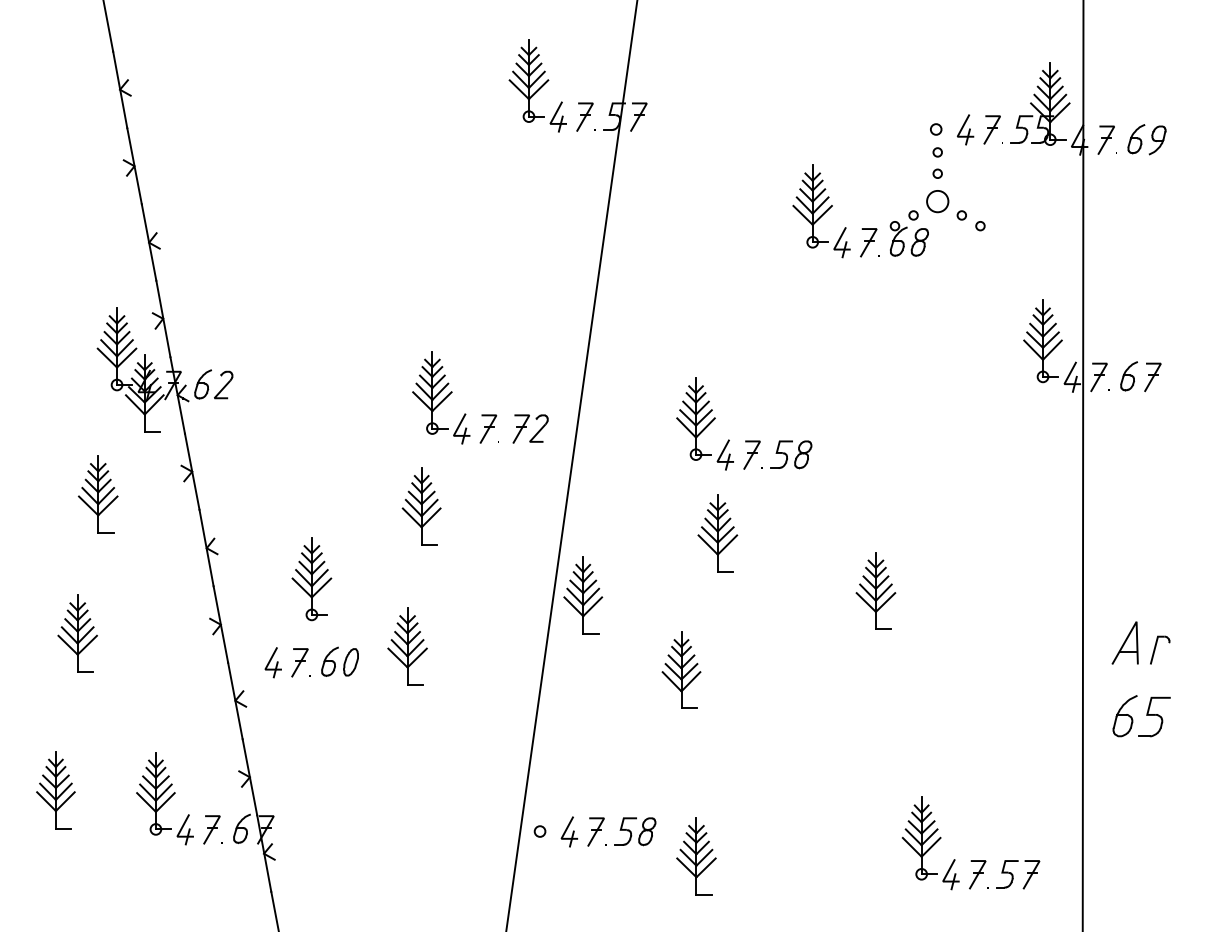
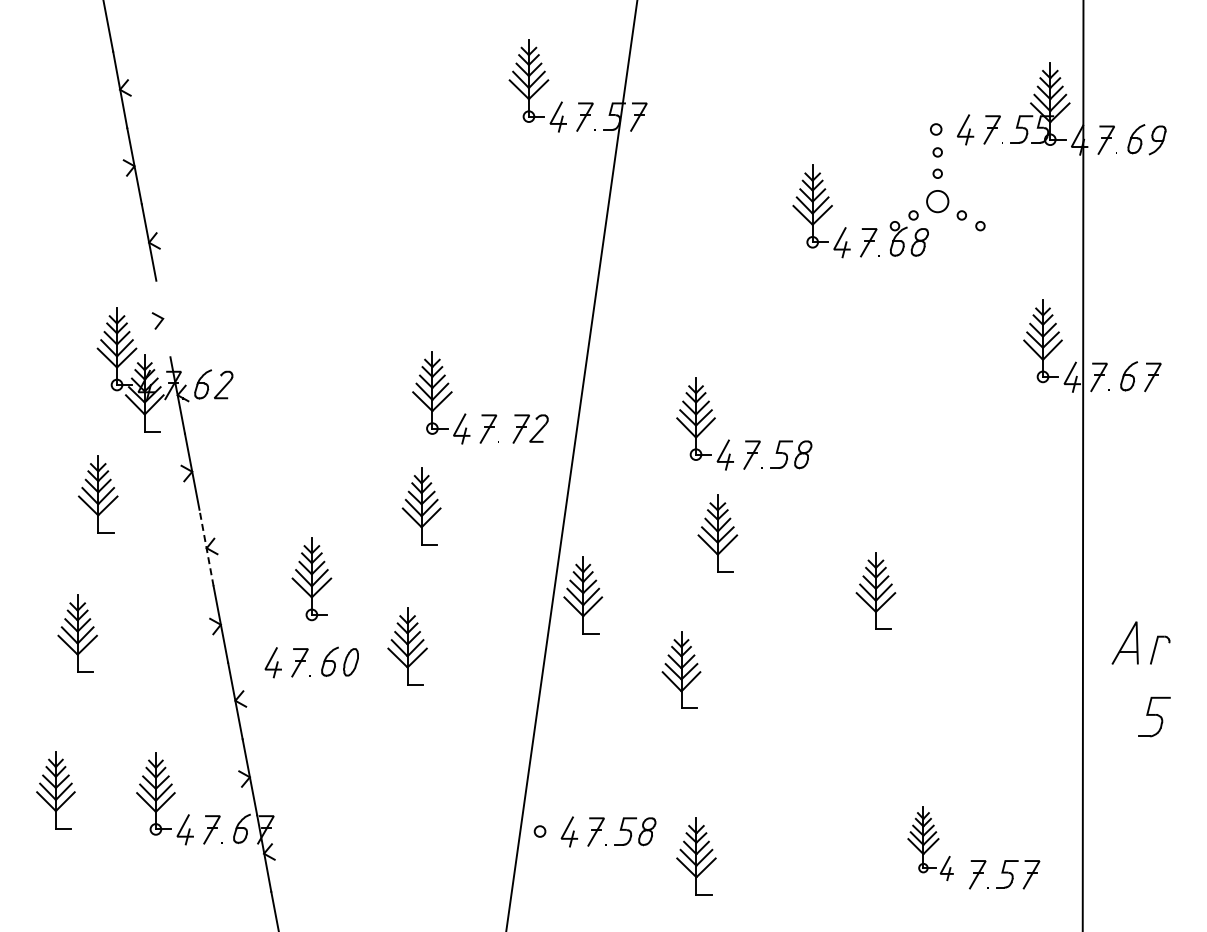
line at (163, 318): present -> none
line at (206, 548): solid -> dashed
part at (1124, 716): present -> none
part at (930, 843) size: 59x95 px -> 47x76 px
